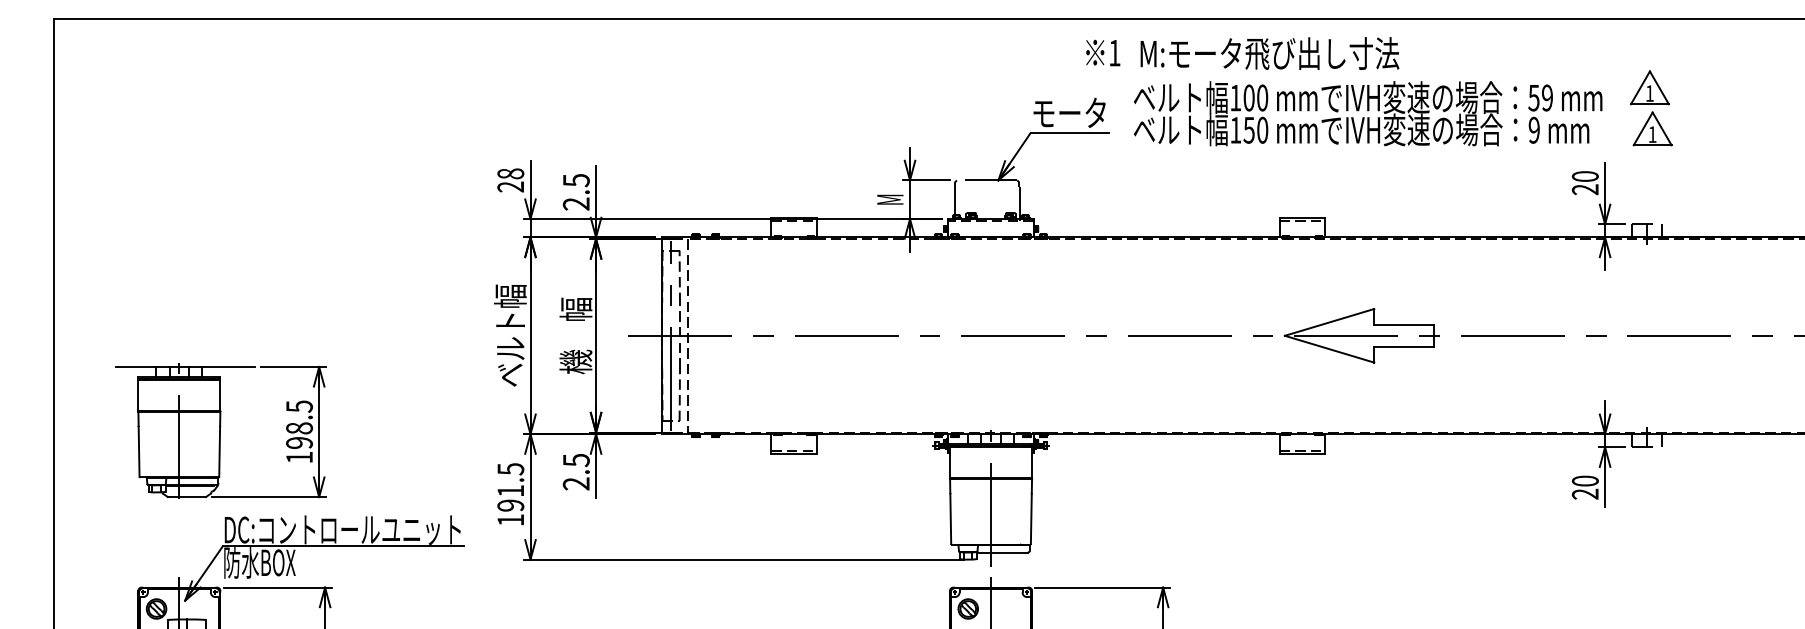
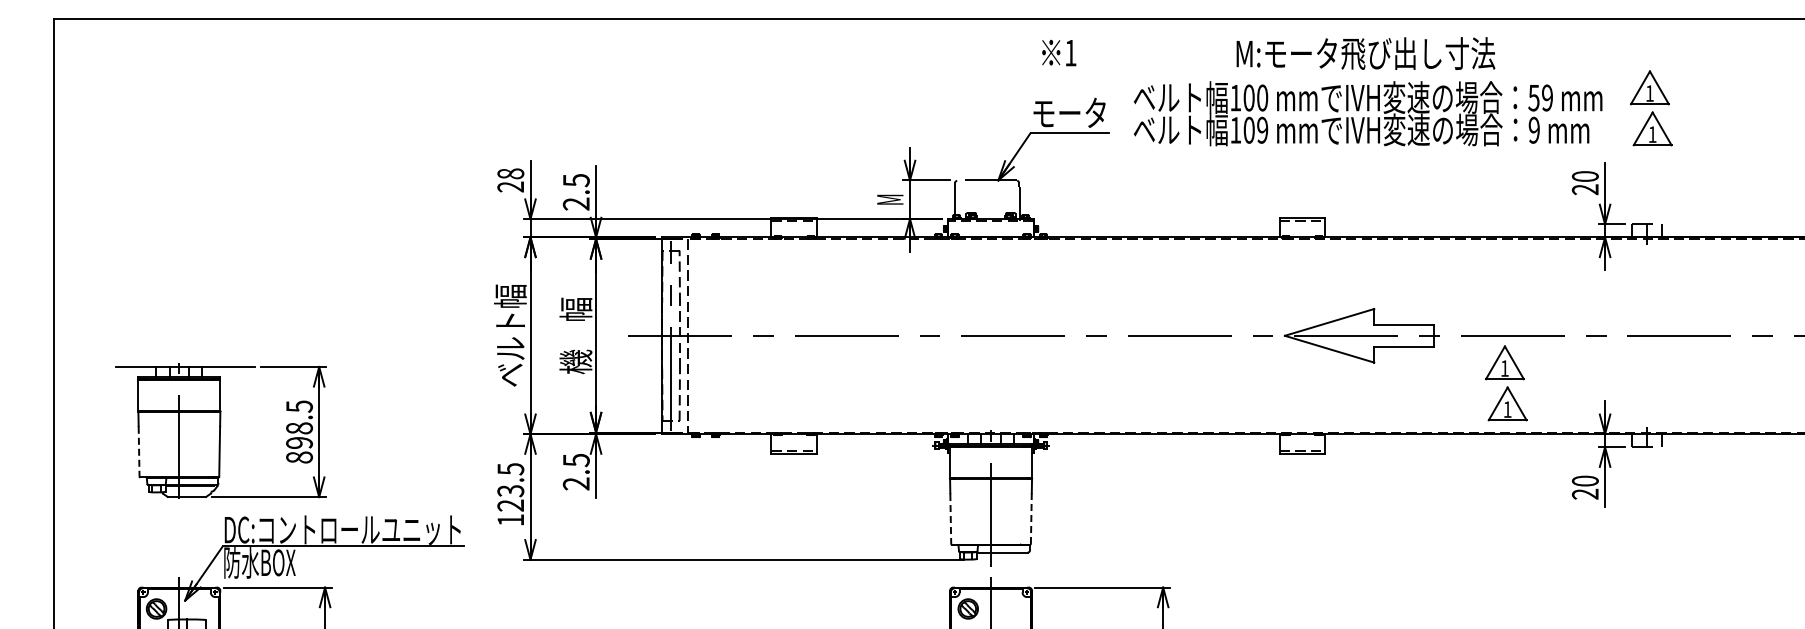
text at (1103, 52) position: (1103, 52) -> (1059, 52)
text at (1269, 53) position: (1269, 53) -> (1365, 53)
text at (1255, 129): 150 -> 109
part at (1506, 383): none -> present
line at (139, 451): solid -> dashed
text at (299, 457): 198.5 -> 898.5
text at (510, 498): 191.5 -> 123.5
line at (950, 519): solid -> dashed
line at (1031, 519): solid -> dashed
